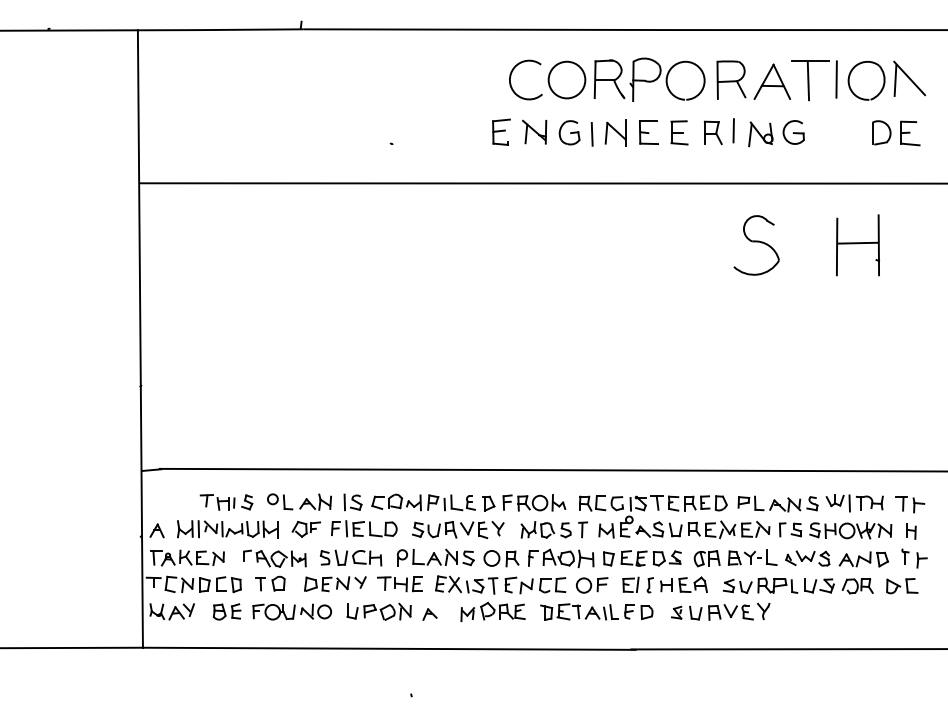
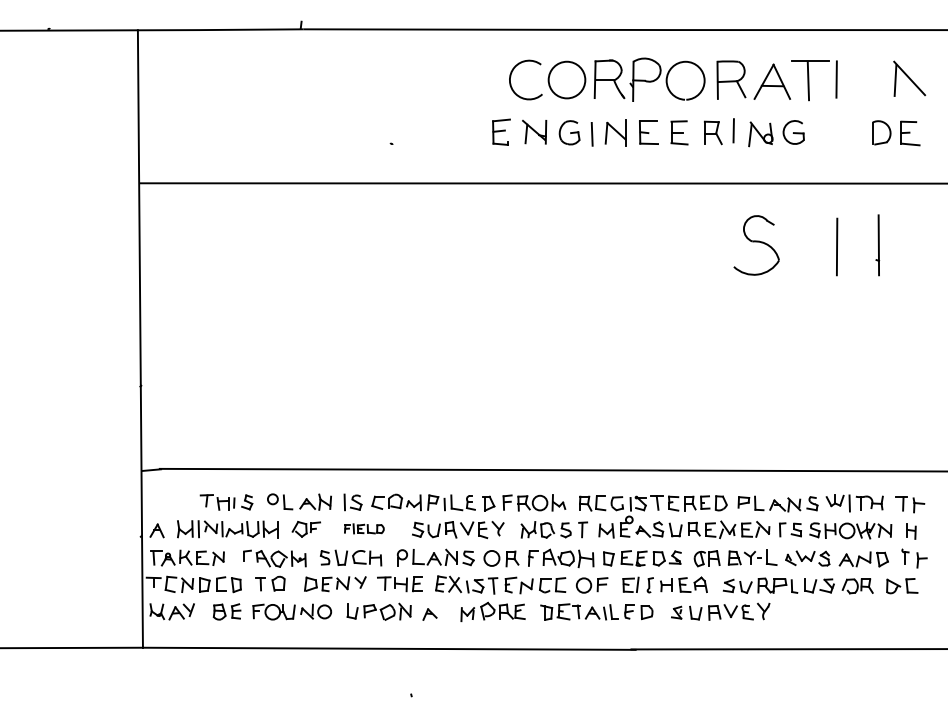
part at (866, 80): present -> none
line at (857, 242): present -> none
part at (364, 528) size: 67x18 px -> 41x12 px
